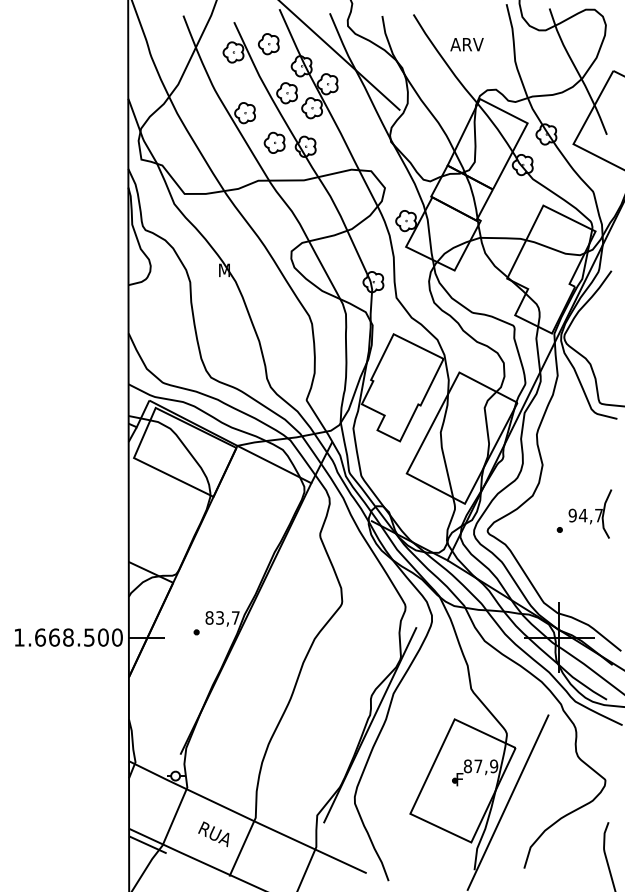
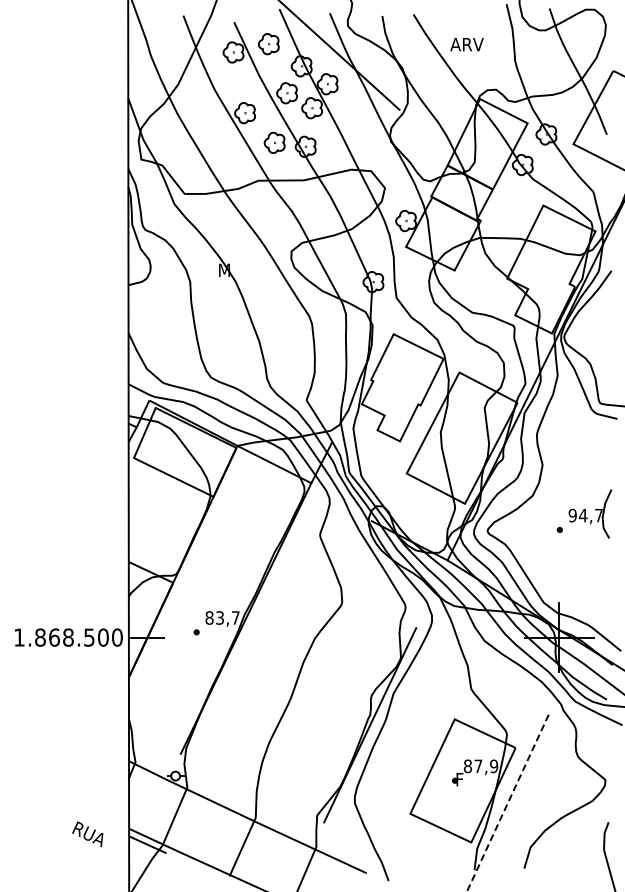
text at (40, 637): 1.668.500 -> 1.868.500
line at (508, 802): solid -> dashed
text at (213, 834) position: (213, 834) -> (87, 834)
